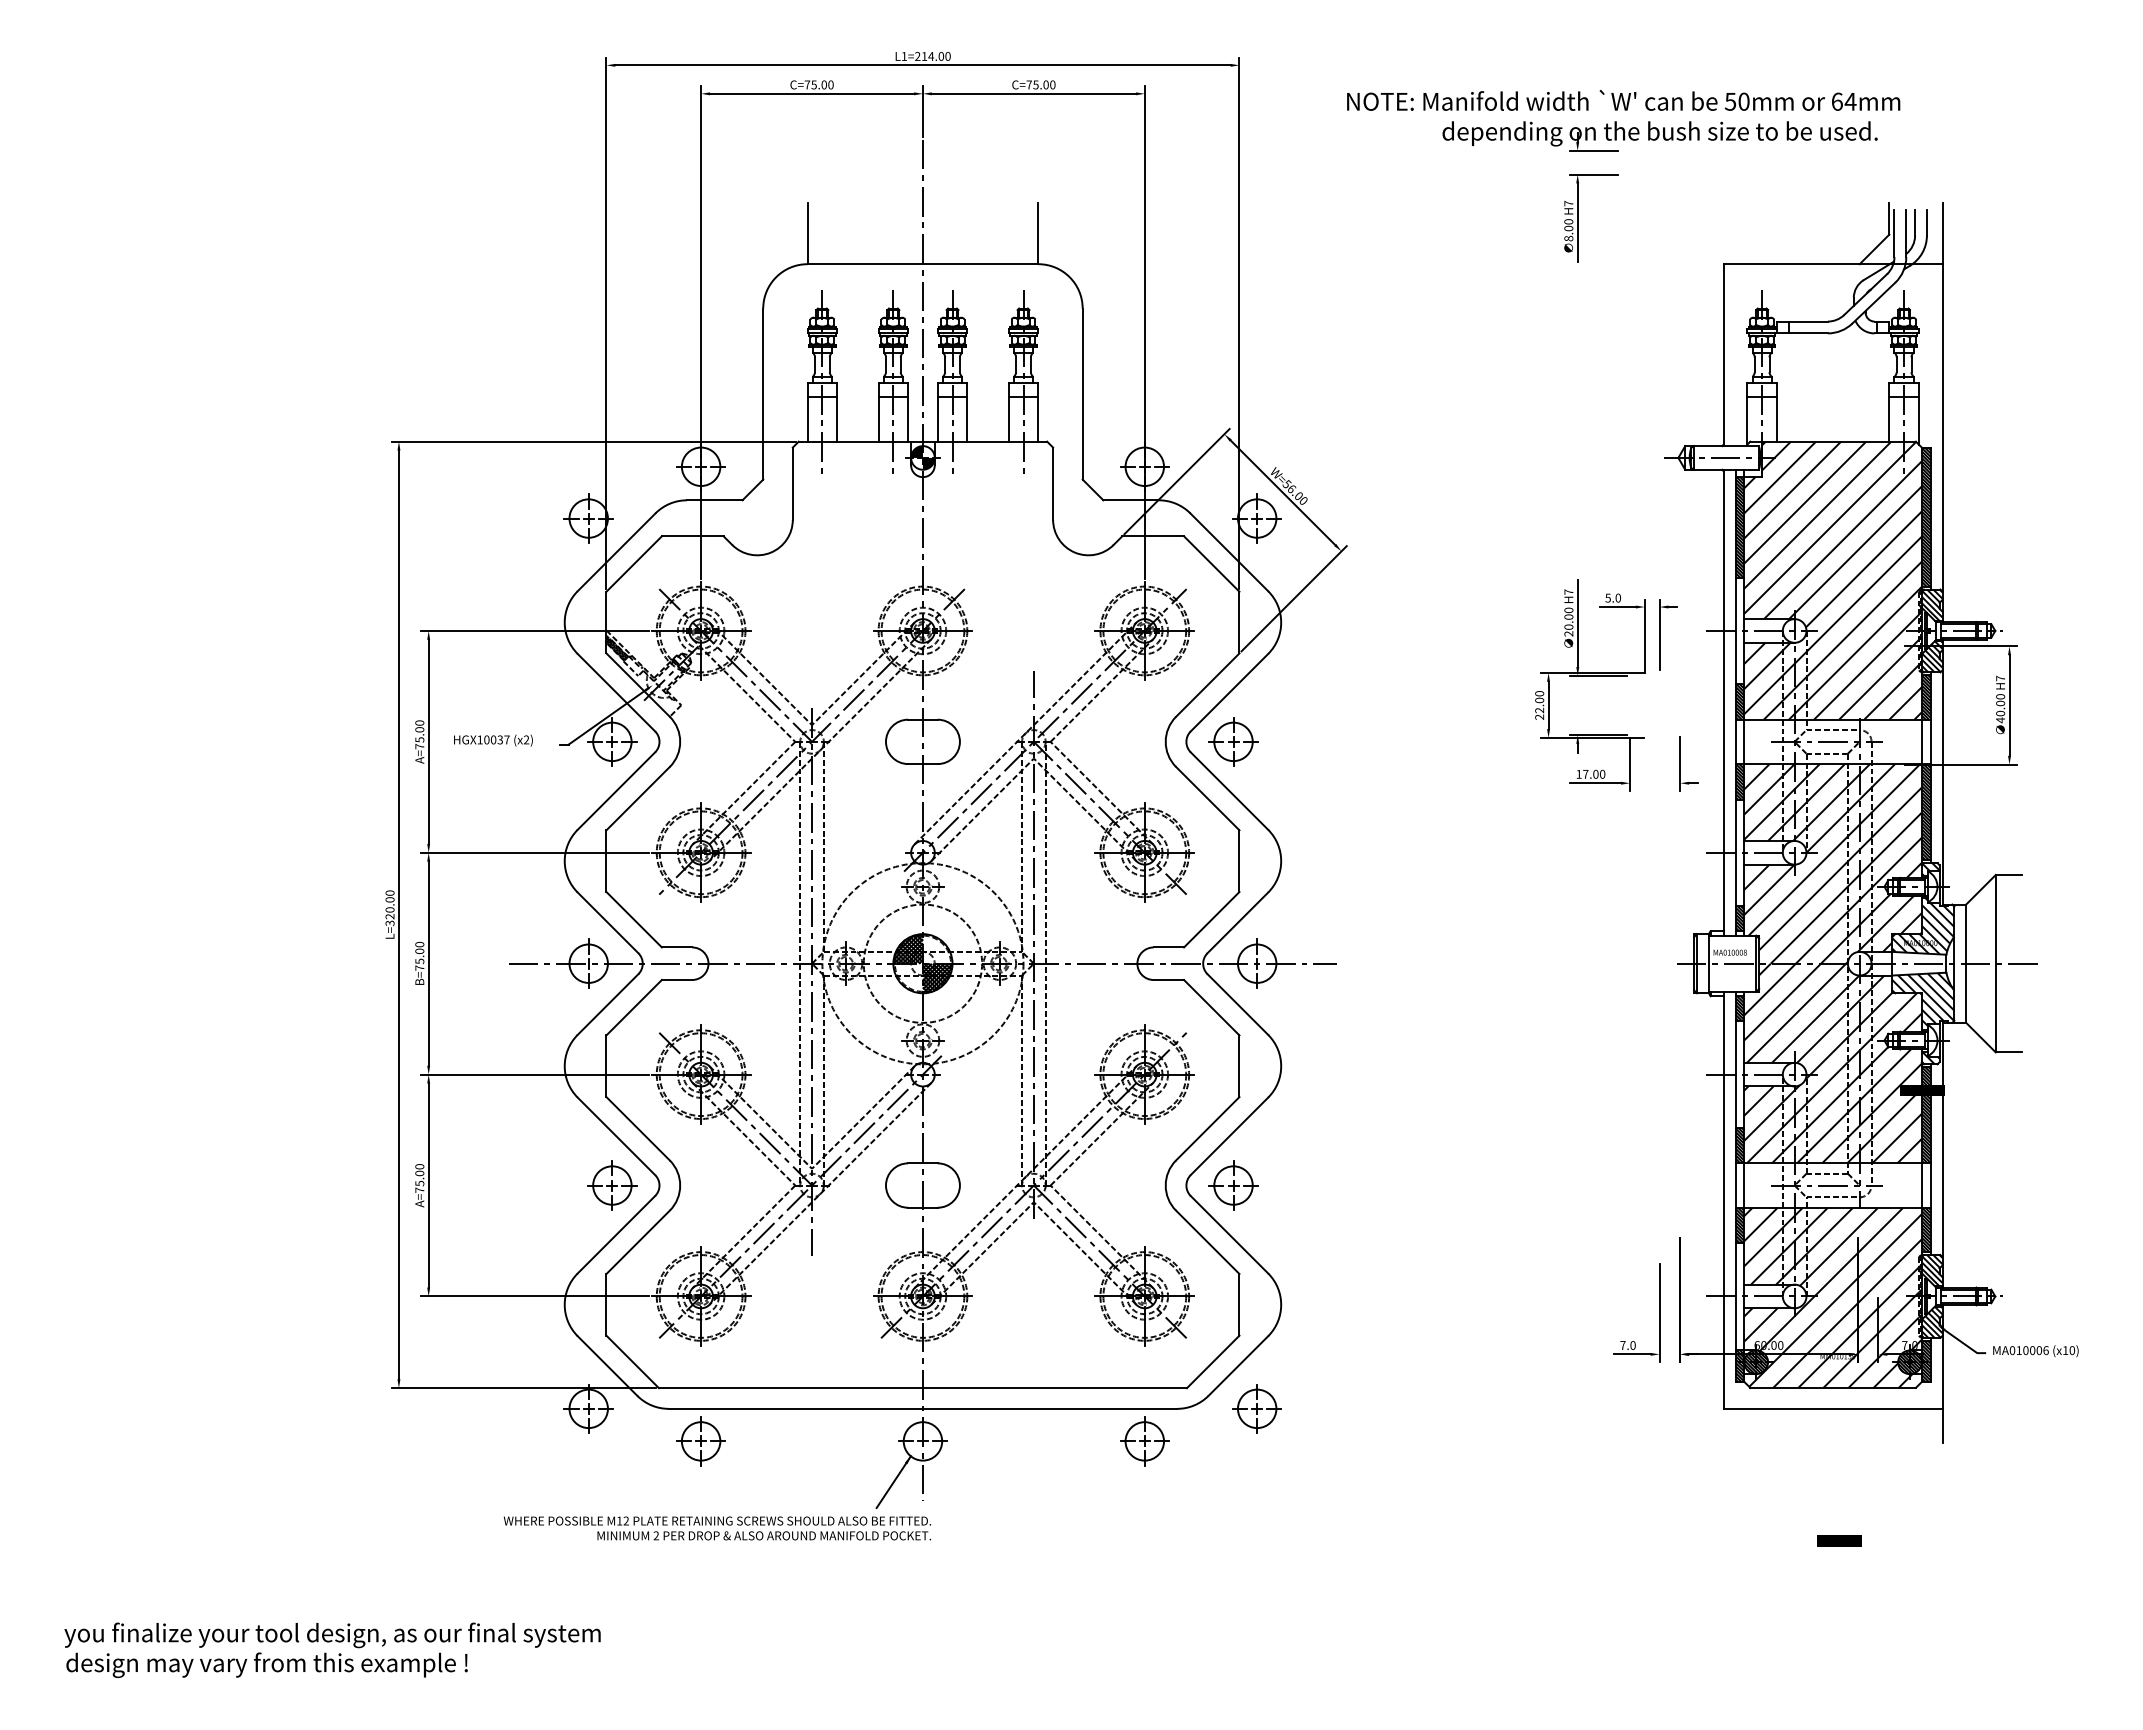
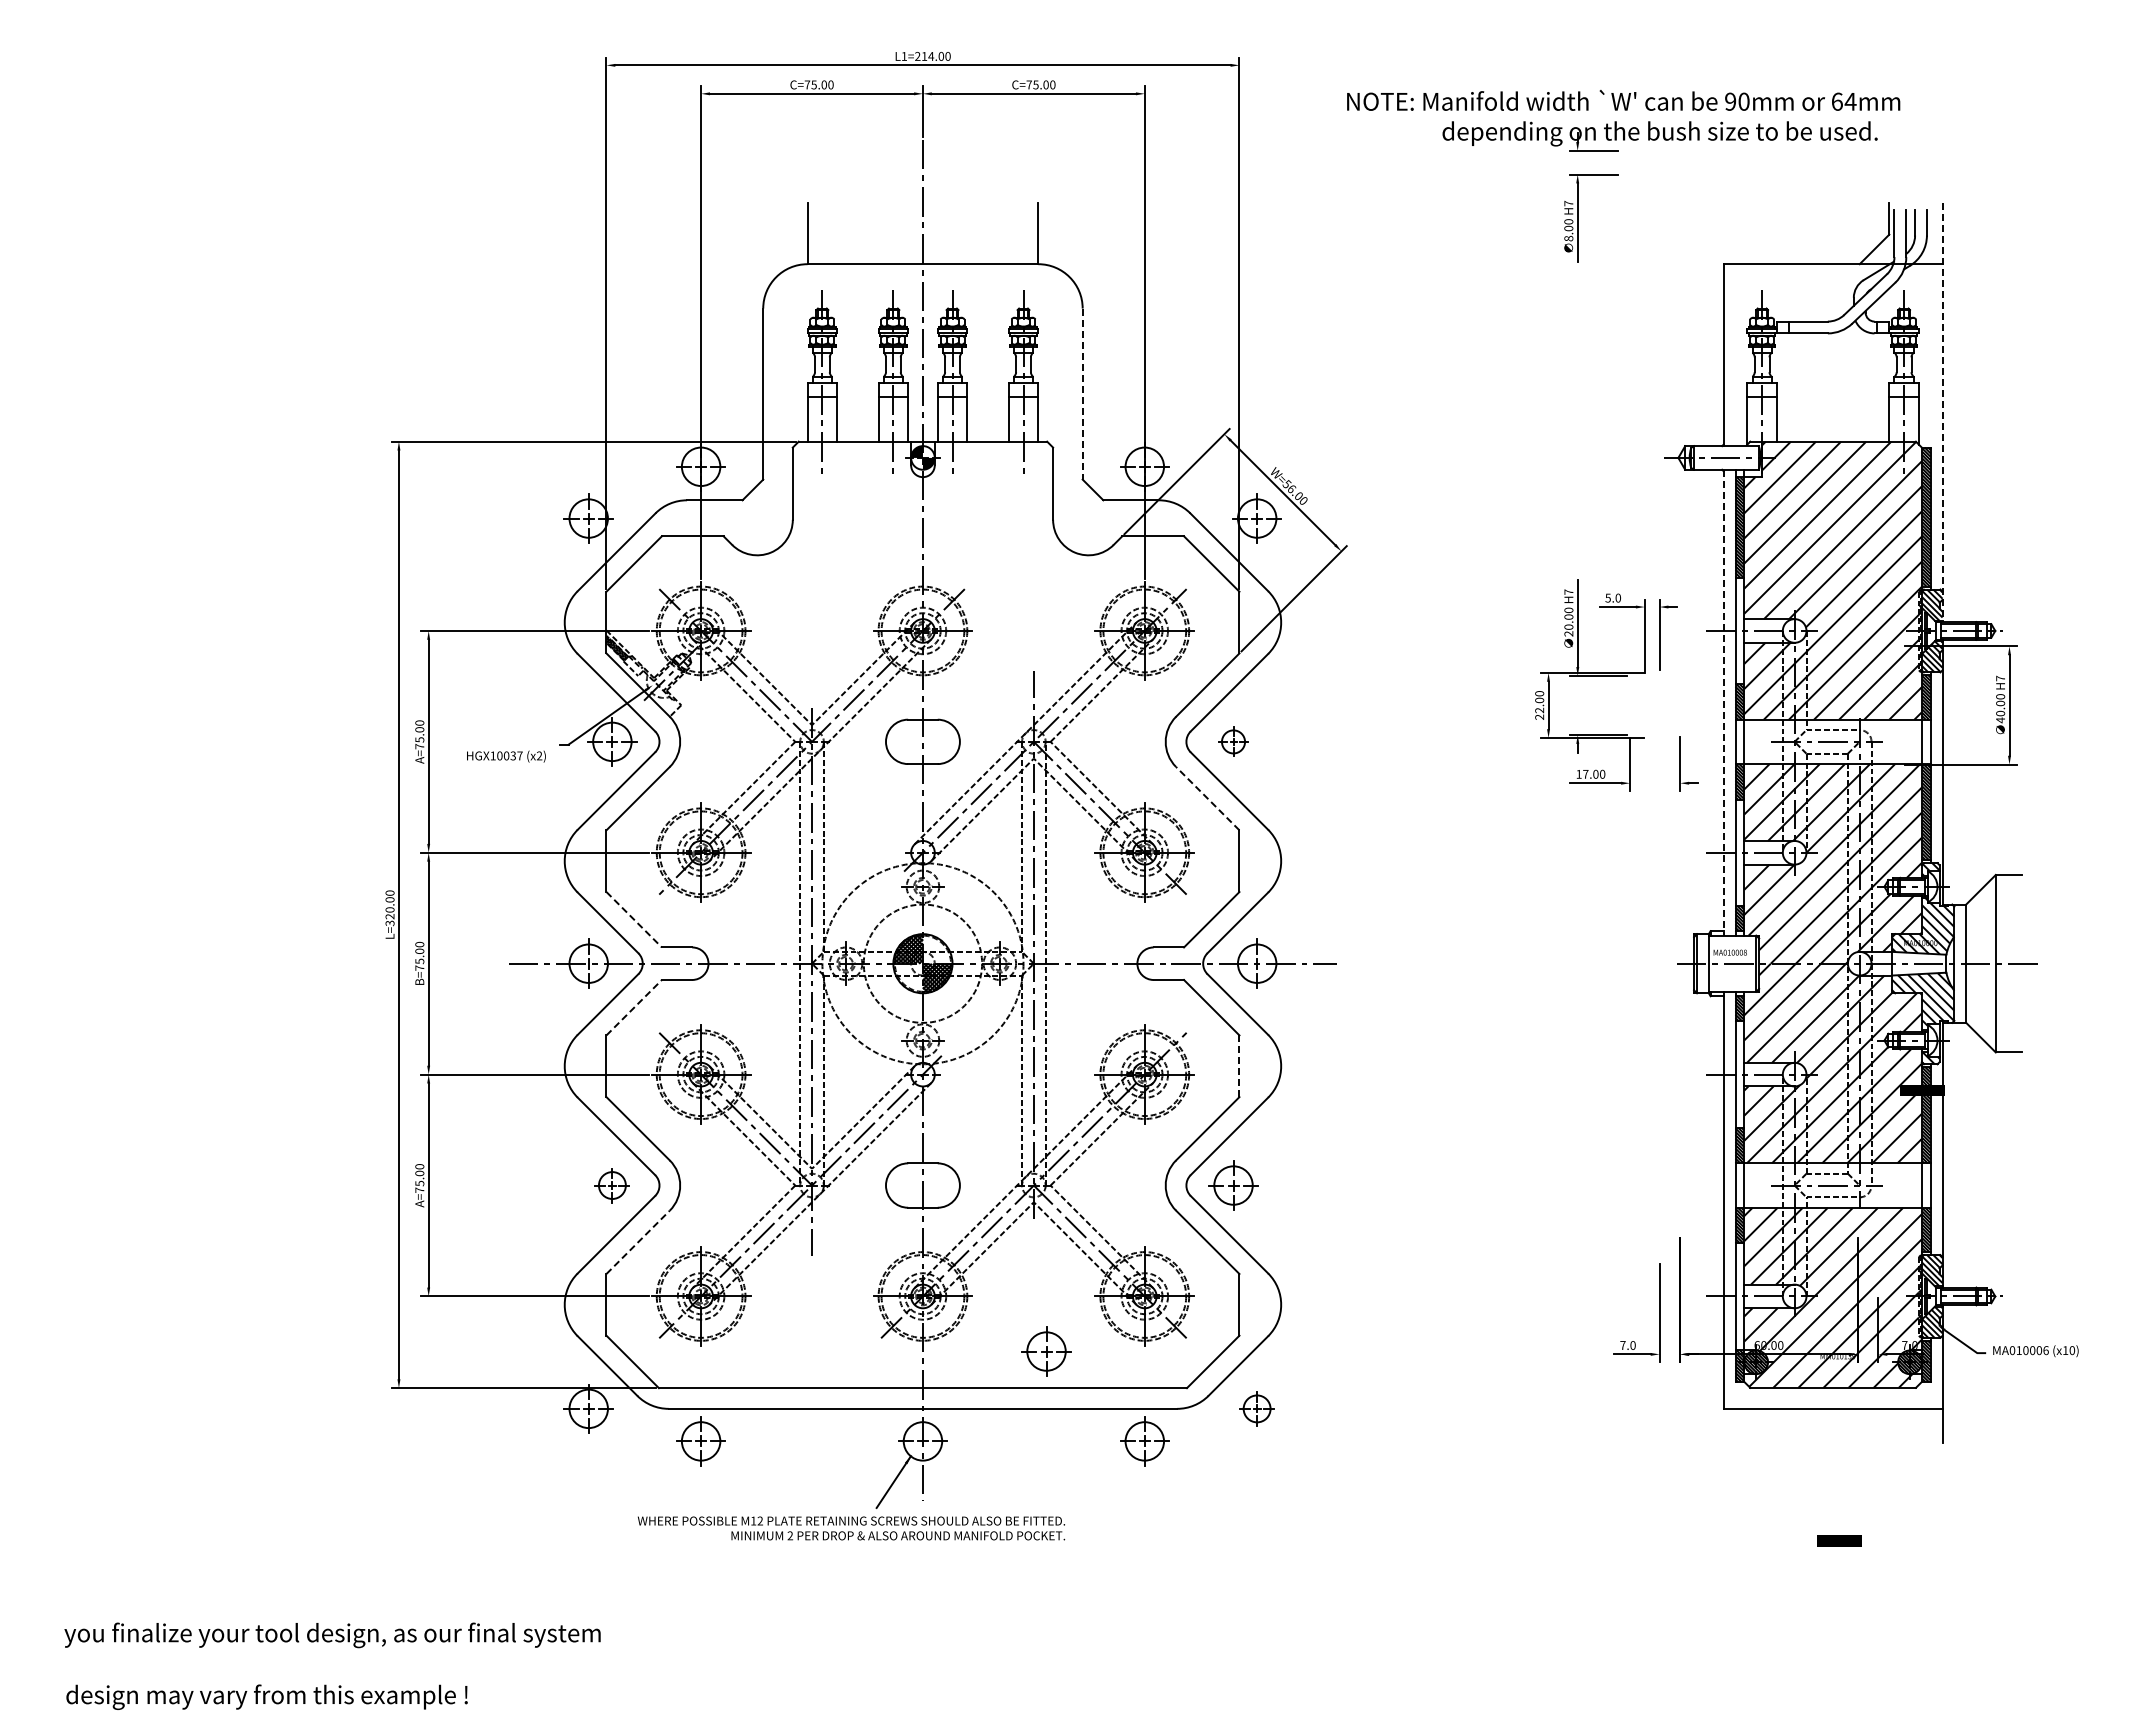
text at (1730, 101): 50mm -> 90mm
line at (1082, 394): solid -> dashed
line at (1942, 412): solid -> dashed
line at (1723, 702): solid -> dashed
text at (493, 740) position: (493, 740) -> (506, 756)
part at (1233, 741) size: 51x50 px -> 31x31 px
line at (1207, 798): solid -> dashed
line at (634, 920): solid -> dashed
line at (634, 1007): solid -> dashed
line at (1239, 1066): solid -> dashed
part at (612, 1185) size: 51x51 px -> 36x36 px
line at (638, 1242): solid -> dashed
part at (1046, 1351): none -> present
part at (1256, 1408) size: 50x50 px -> 36x36 px
text at (717, 1528) position: (717, 1528) -> (851, 1528)
text at (266, 1664) position: (266, 1664) -> (266, 1696)
